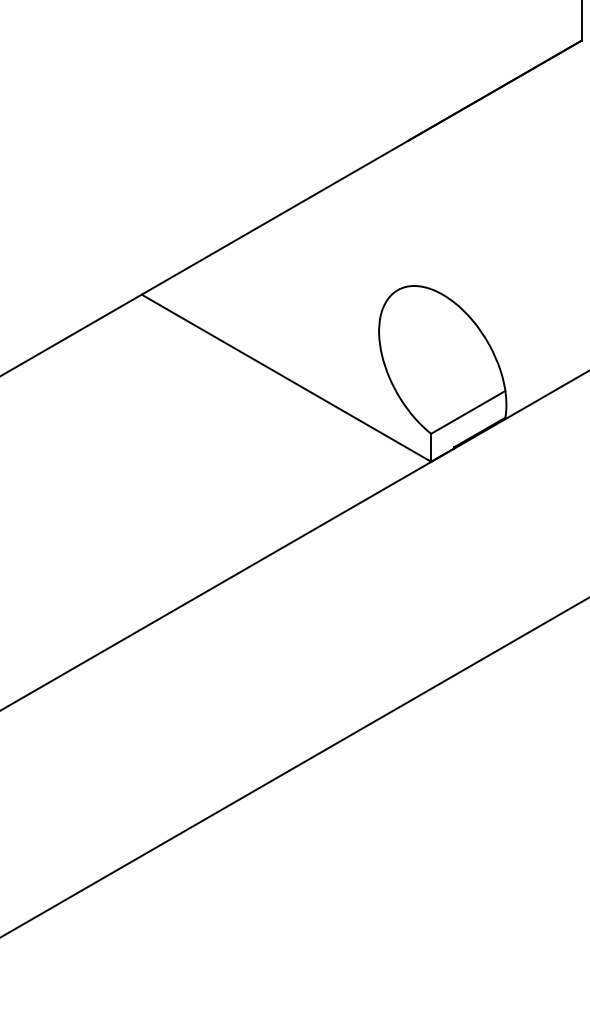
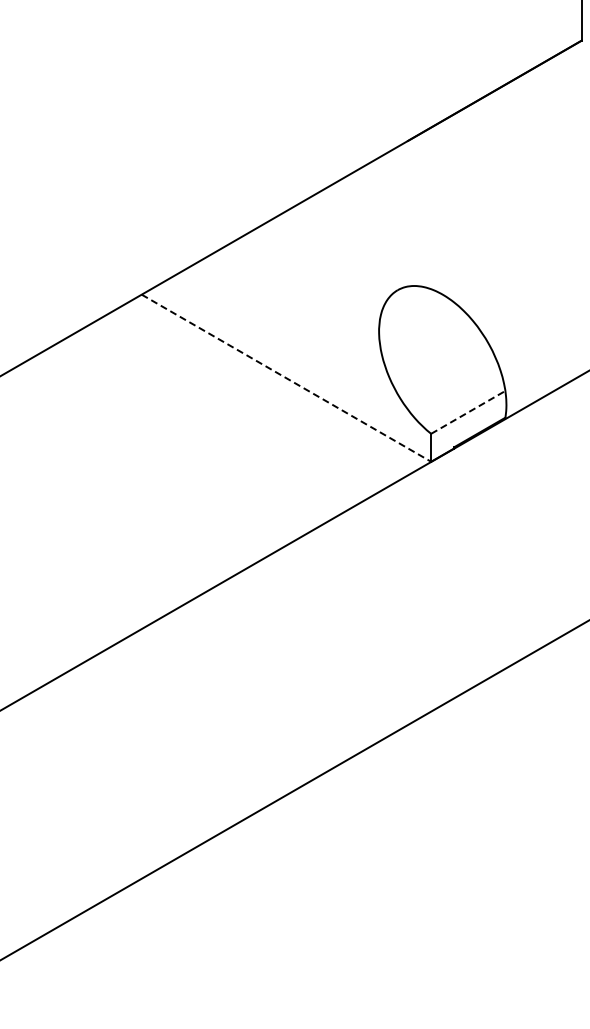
line at (286, 378): solid -> dashed
line at (468, 412): solid -> dashed
line at (294, 767) position: (294, 767) -> (294, 789)
